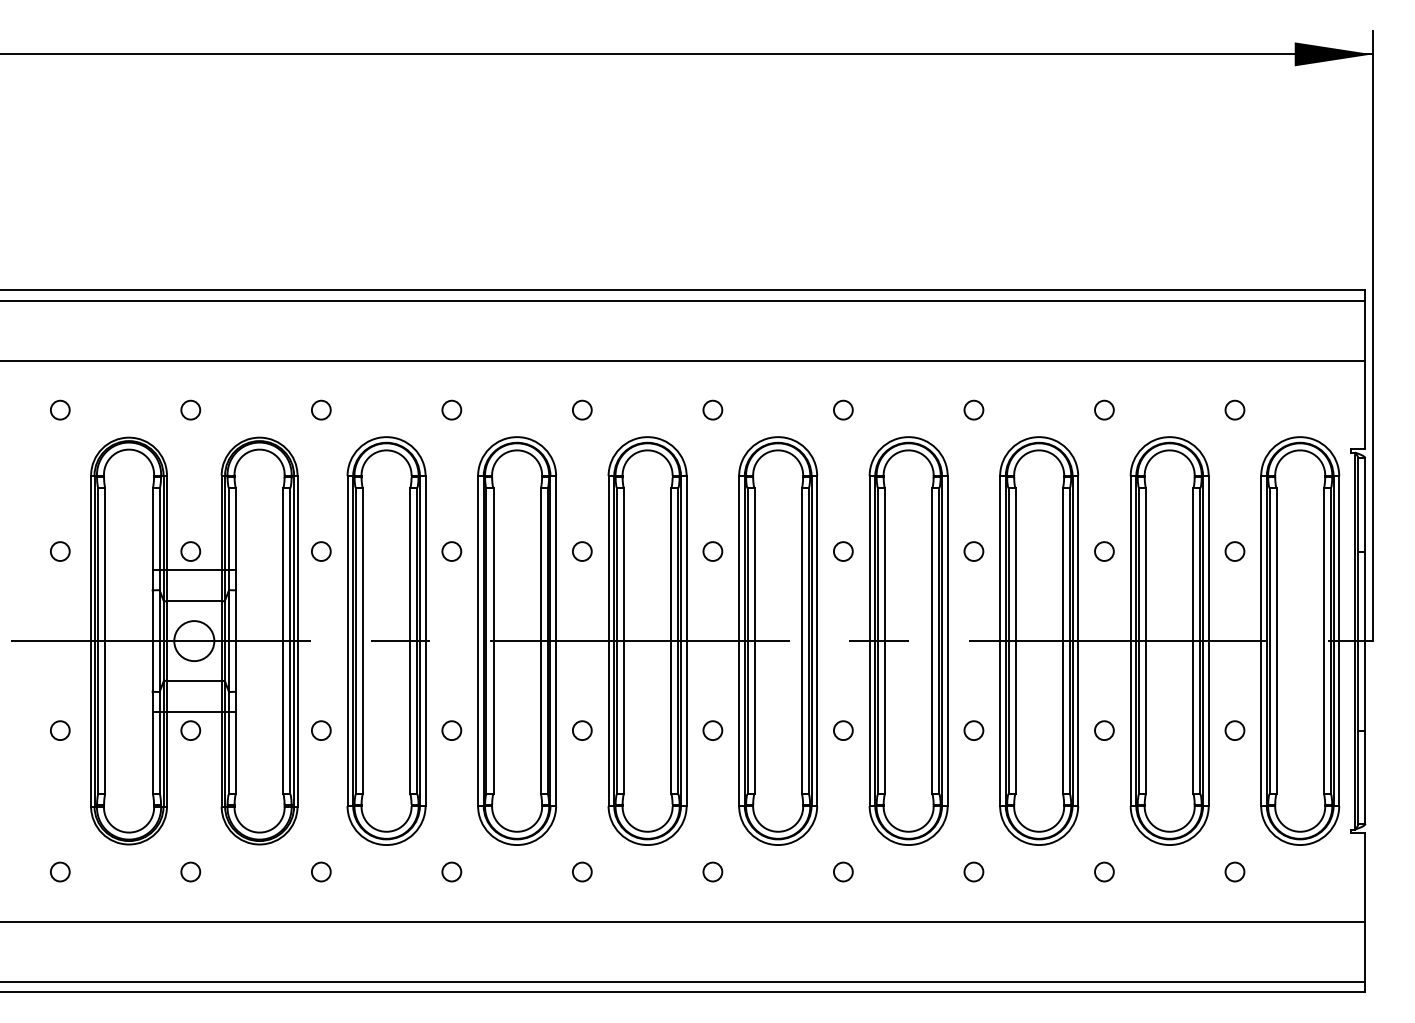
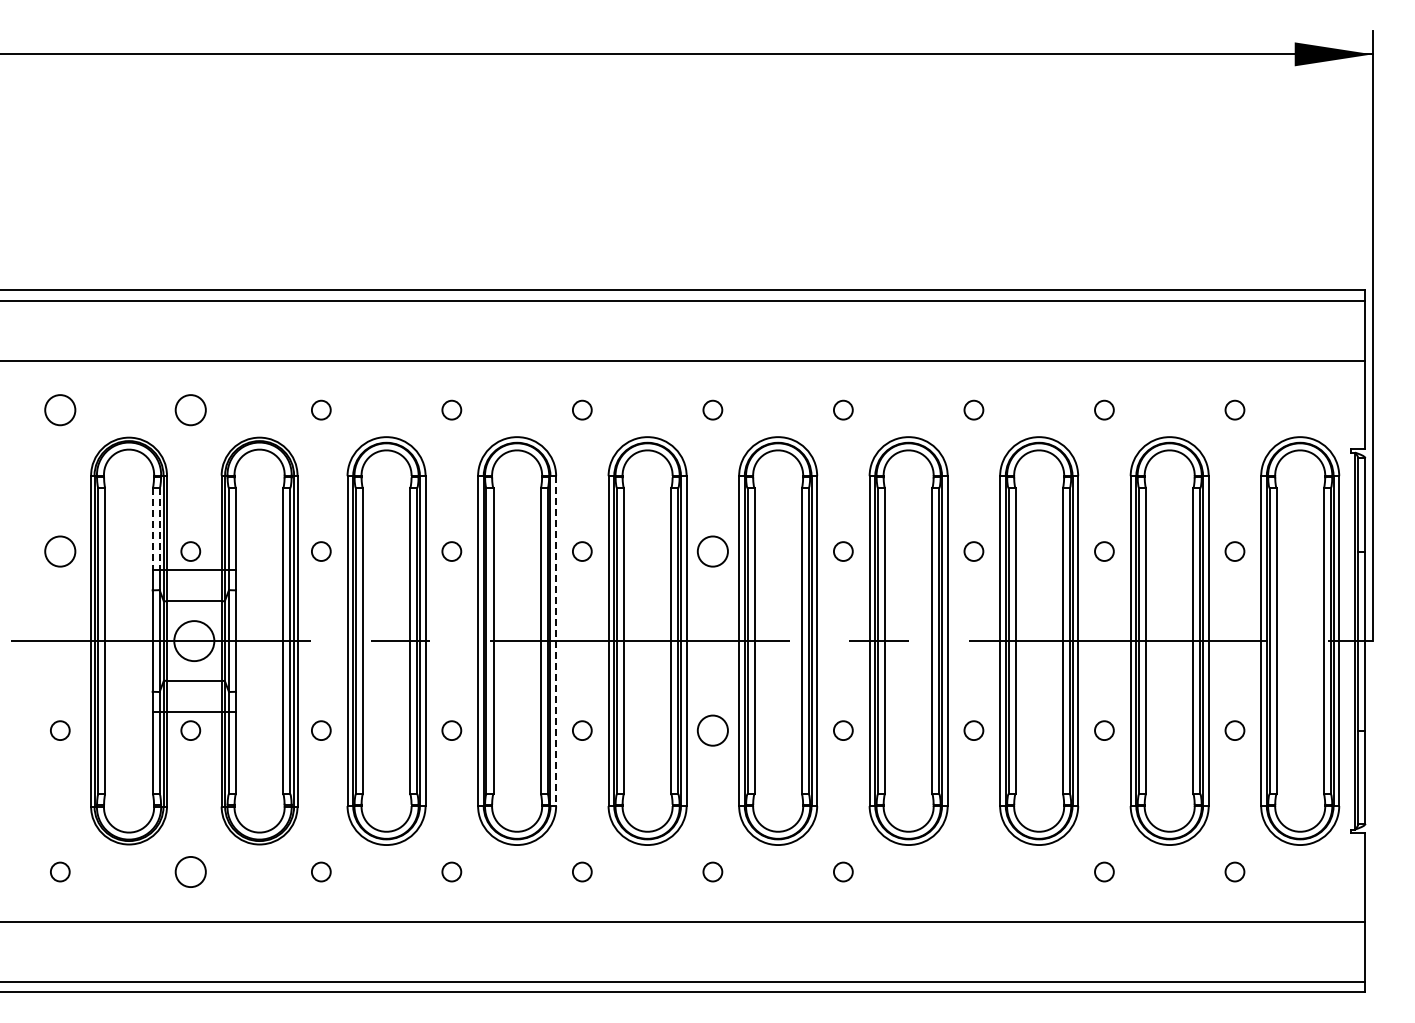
circle at (59, 409) diameter: 19 px -> 30 px
circle at (190, 409) diameter: 19 px -> 30 px
line at (152, 529): solid -> dashed
line at (159, 529): solid -> dashed
circle at (59, 551) diameter: 19 px -> 30 px
circle at (712, 551) diameter: 19 px -> 30 px
line at (556, 641): solid -> dashed
circle at (712, 730) diameter: 19 px -> 30 px
circle at (190, 871) diameter: 19 px -> 30 px
circle at (973, 871): present -> none
